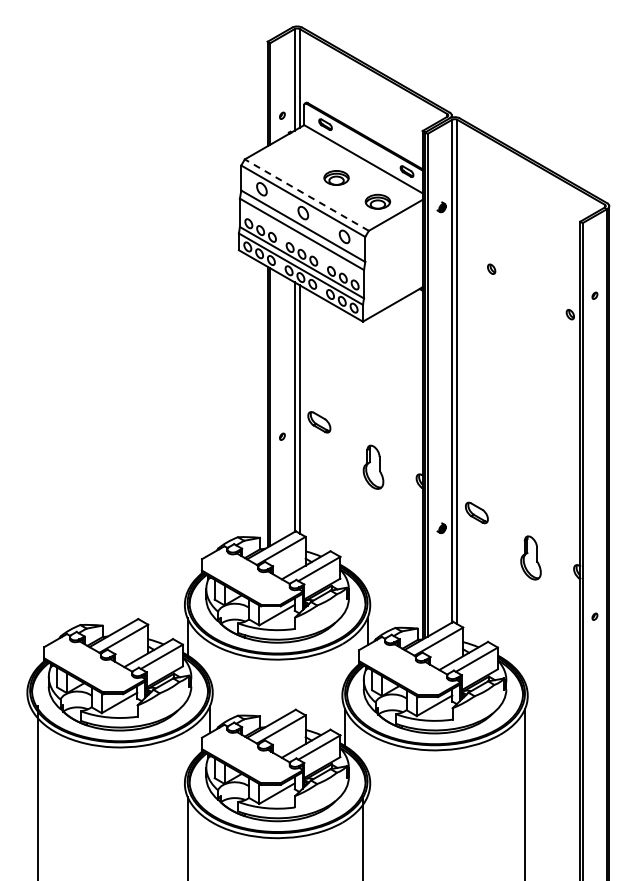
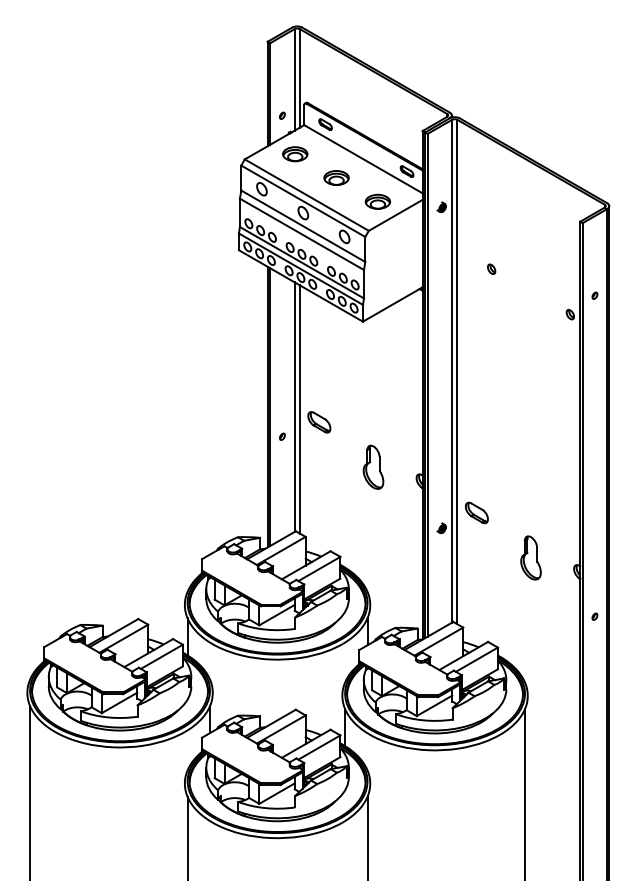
part at (295, 154): none -> present
line at (306, 195): dashed -> solid
line at (38, 791) position: (38, 791) -> (30, 791)
line at (362, 836) position: (362, 836) -> (367, 836)
